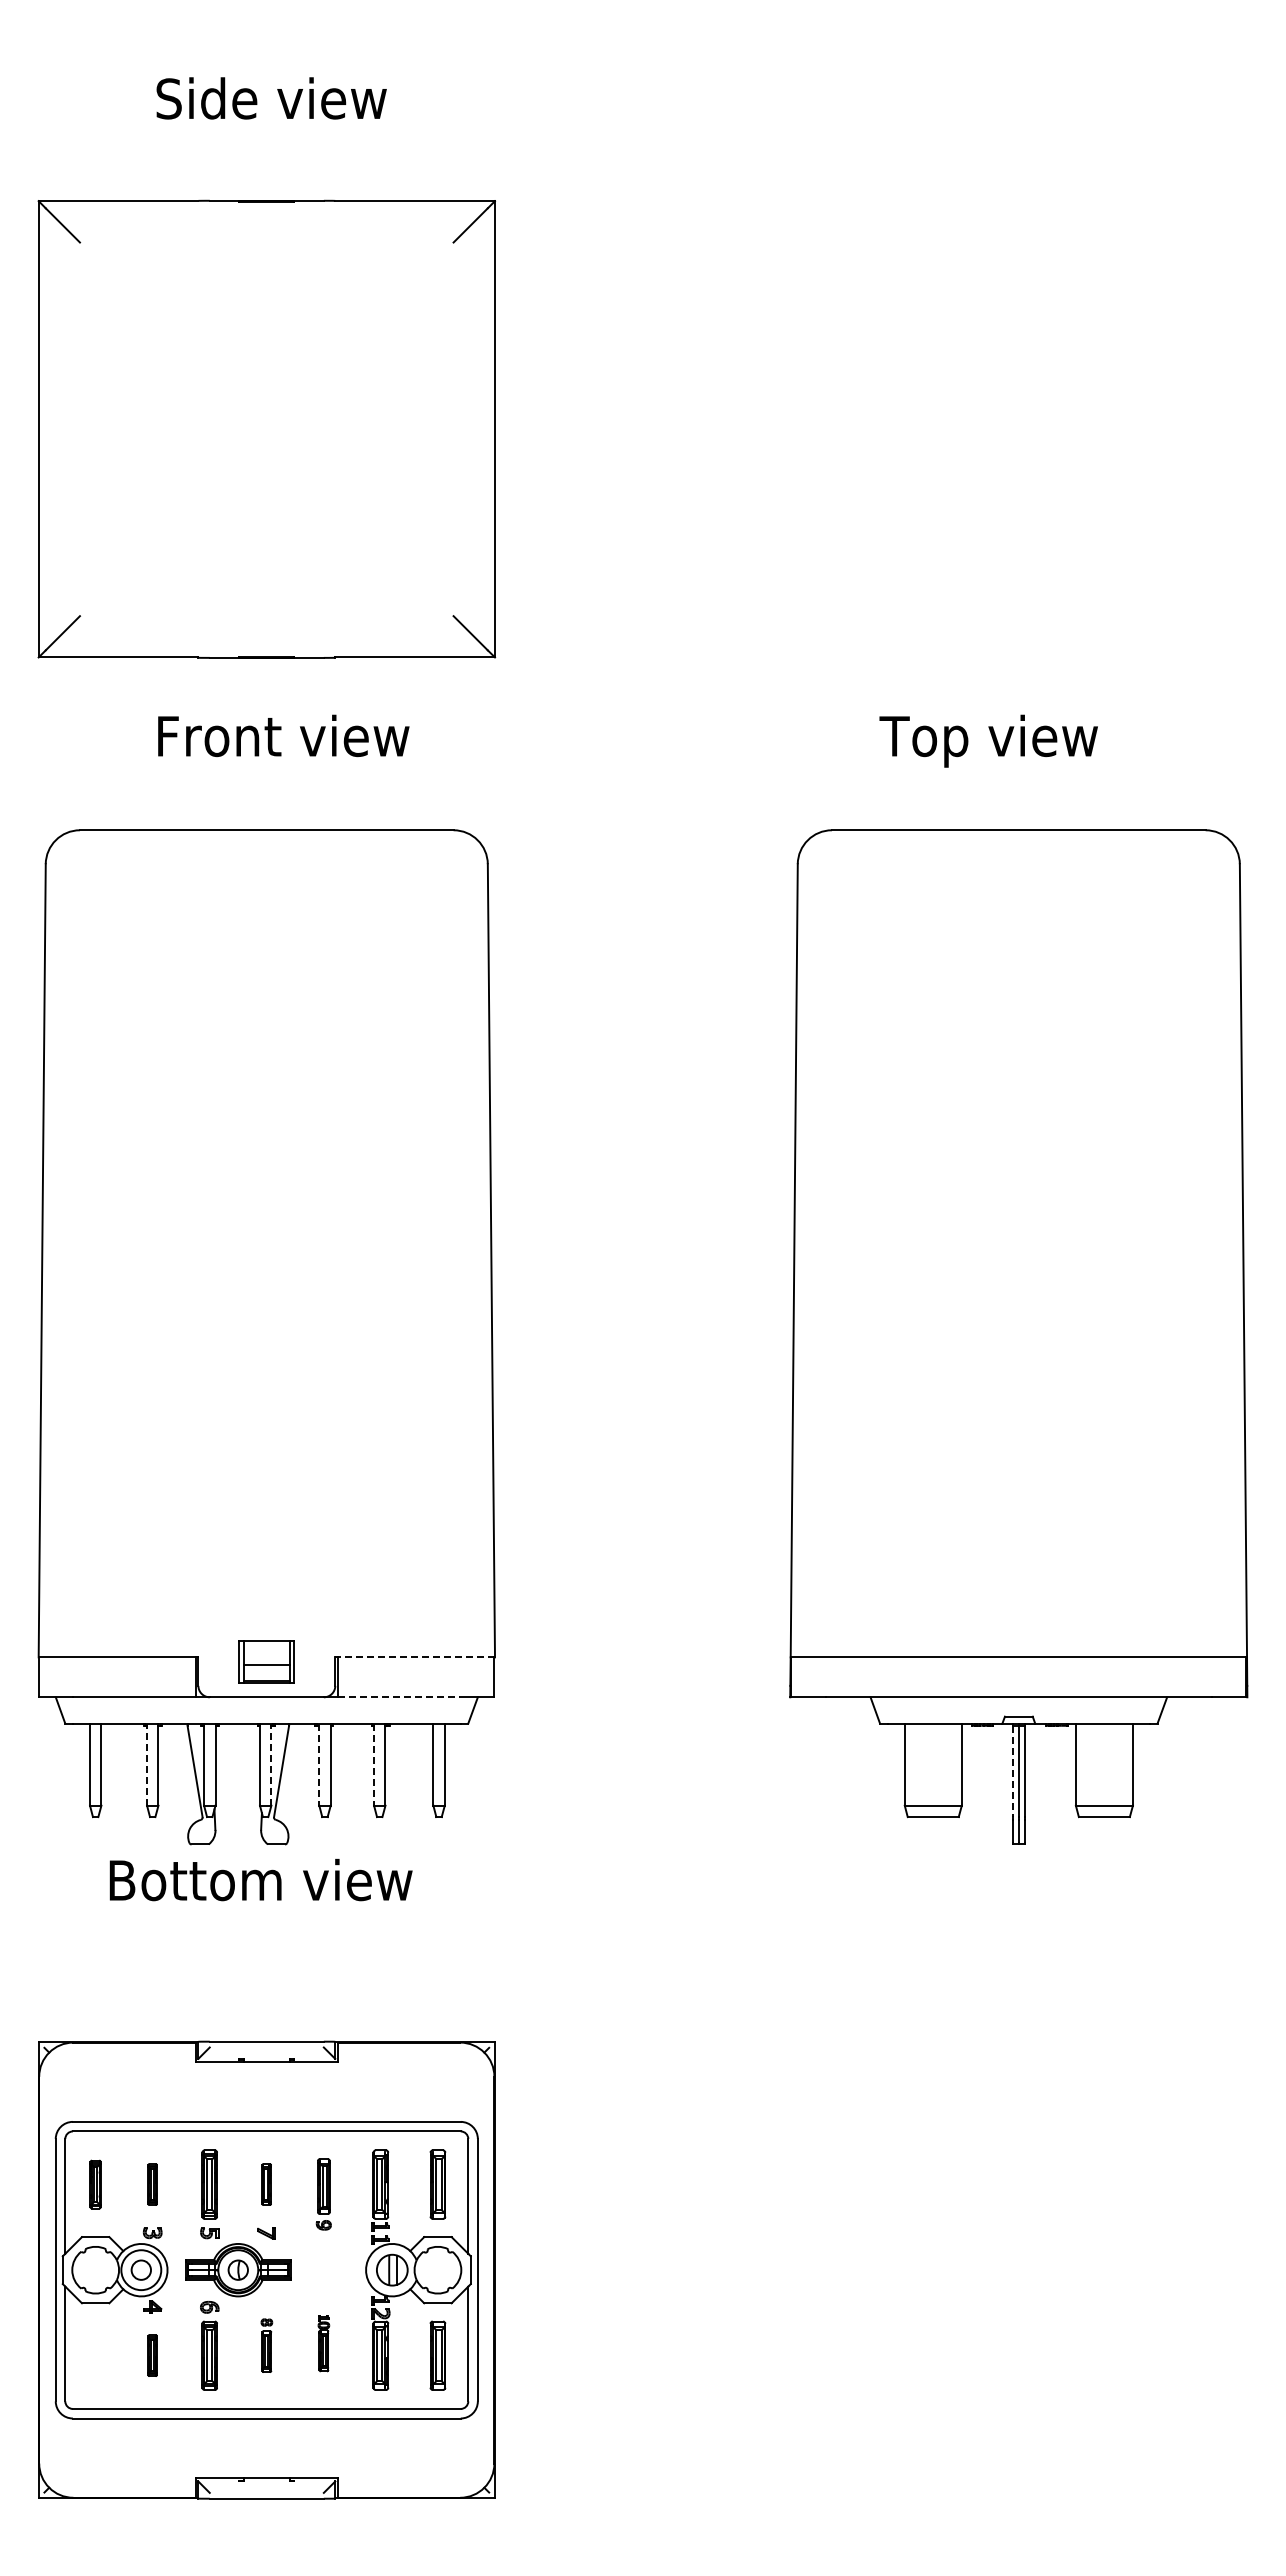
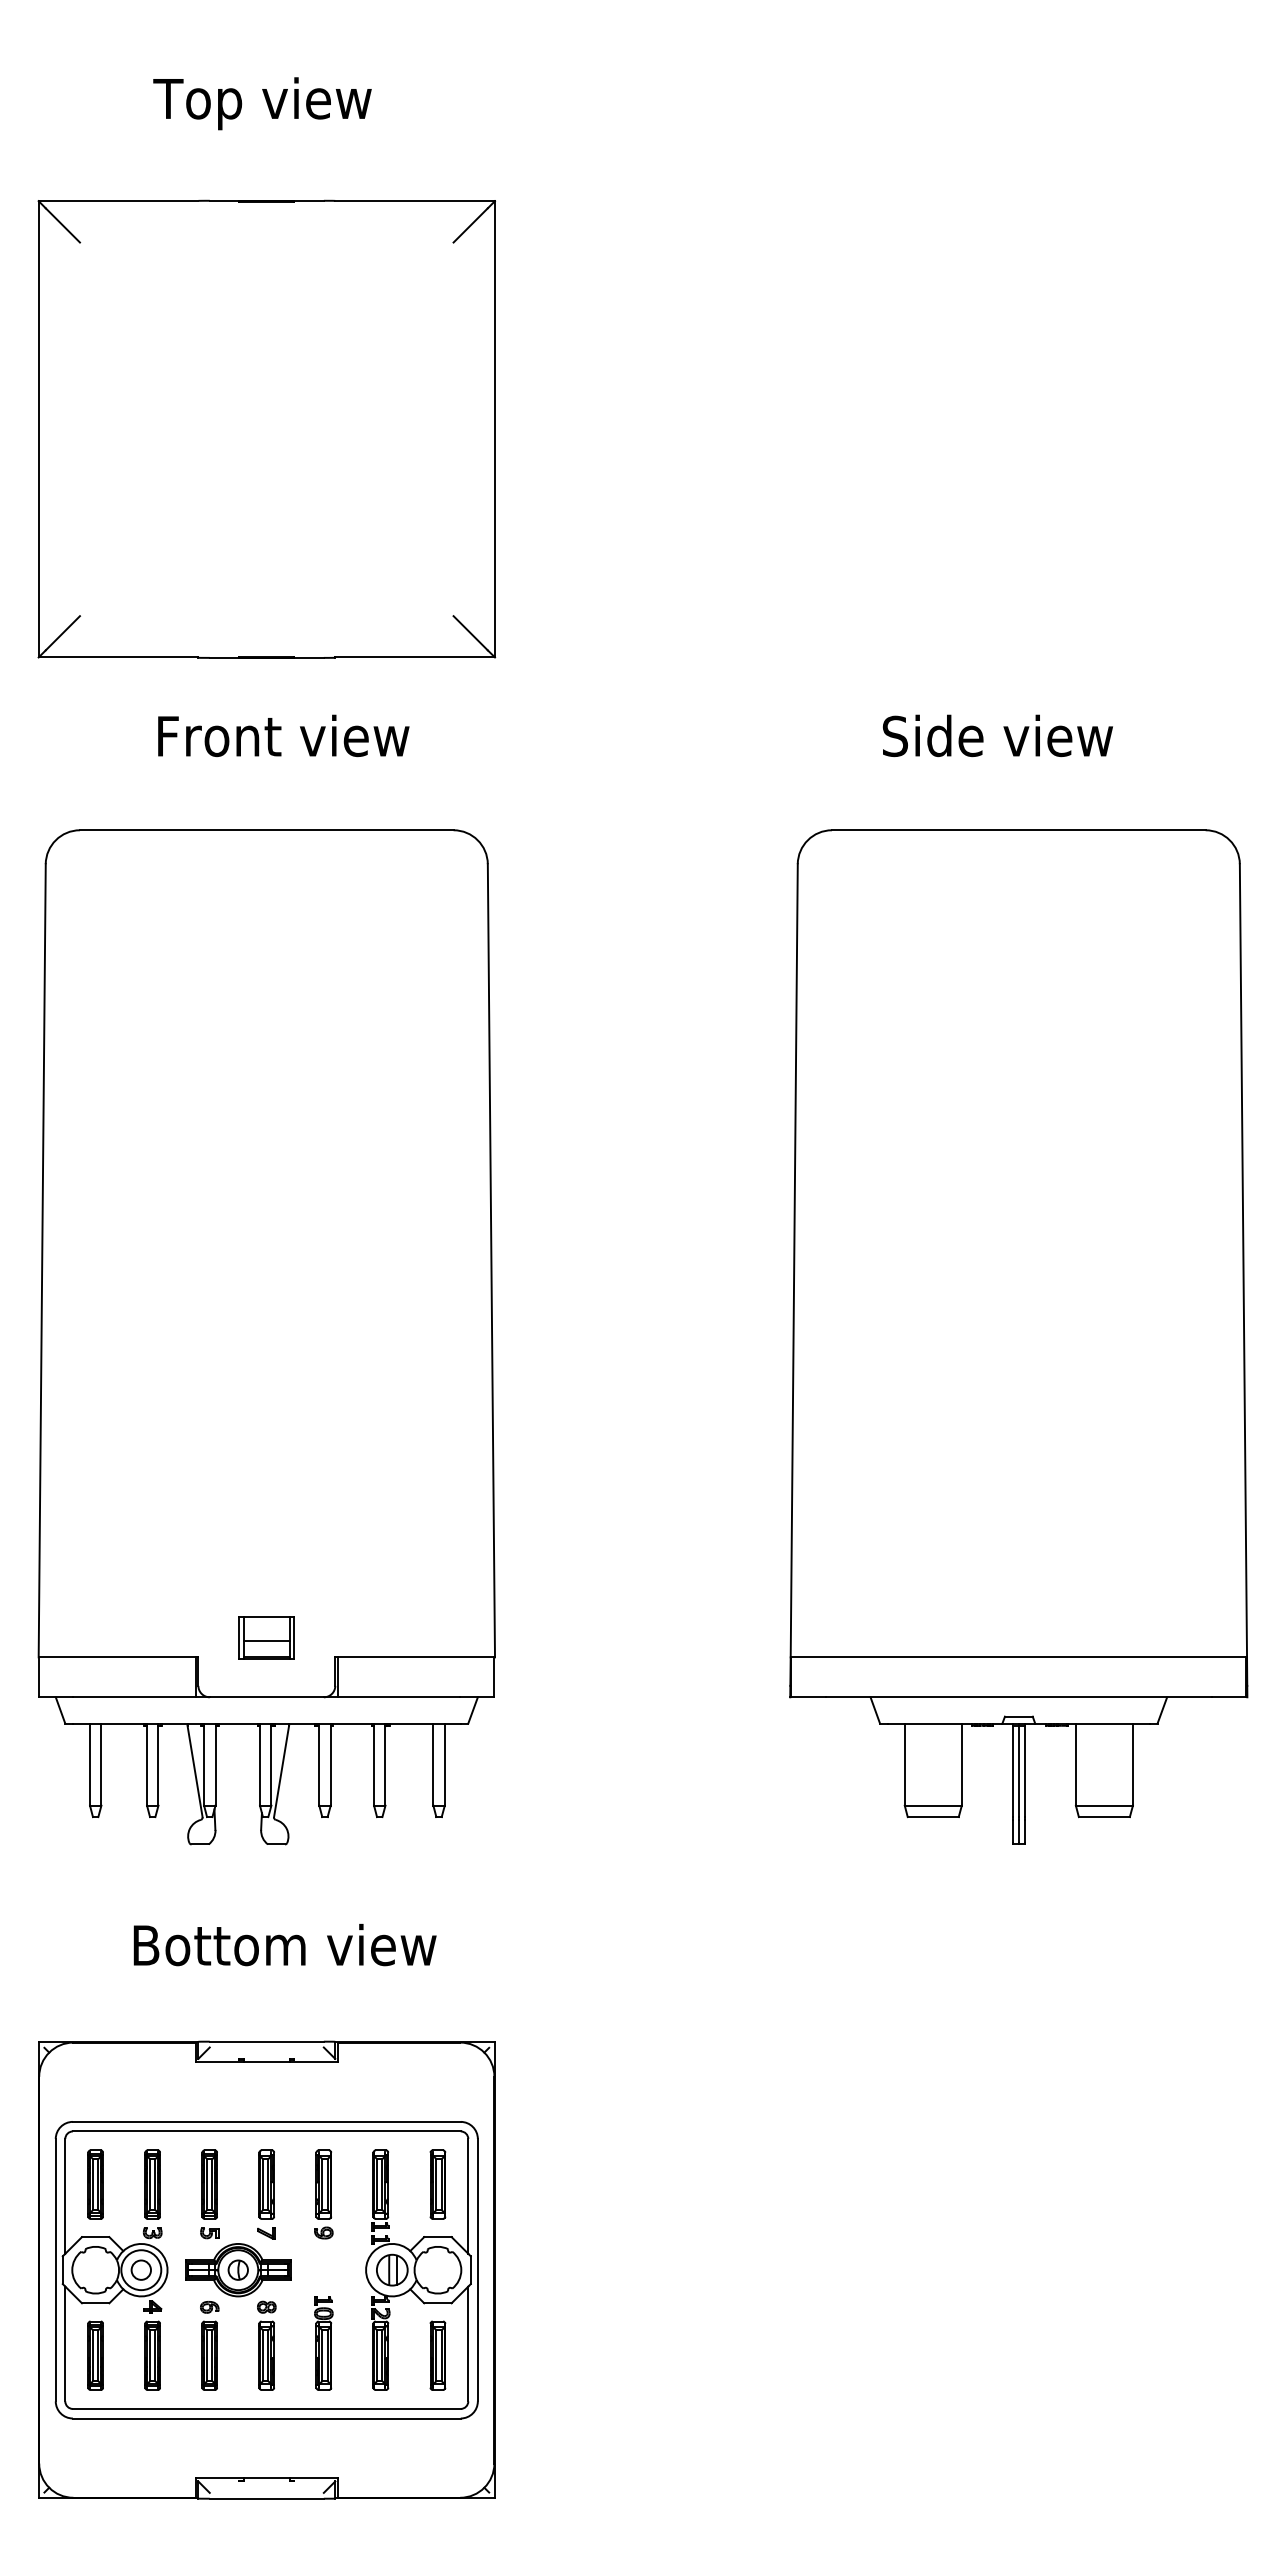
text at (269, 103): Side view -> Top view
text at (996, 740): Top view -> Side view
line at (415, 1657): dashed -> solid
part at (266, 1661) position: (266, 1661) -> (266, 1637)
line at (399, 1697): dashed -> solid
line at (147, 1764): dashed -> solid
line at (271, 1764): dashed -> solid
line at (319, 1764): dashed -> solid
line at (374, 1764): dashed -> solid
line at (1013, 1771): dashed -> solid
text at (260, 1880) position: (260, 1880) -> (284, 1945)
part at (95, 2184) size: 13x51 px -> 17x71 px
part at (152, 2184) size: 11x43 px -> 17x71 px
part at (266, 2184) size: 11x43 px -> 17x71 px
part at (323, 2194) size: 17x73 px -> 20x91 px
part at (323, 2343) size: 14x58 px -> 20x95 px
part at (266, 2345) size: 14x55 px -> 20x91 px
part at (95, 2355): none -> present
part at (152, 2355) size: 11x43 px -> 17x71 px
